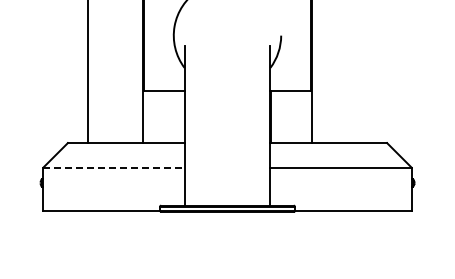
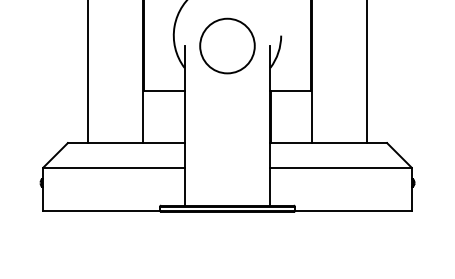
circle at (227, 45): none -> present
line at (366, 72): none -> present
line at (113, 167): dashed -> solid
